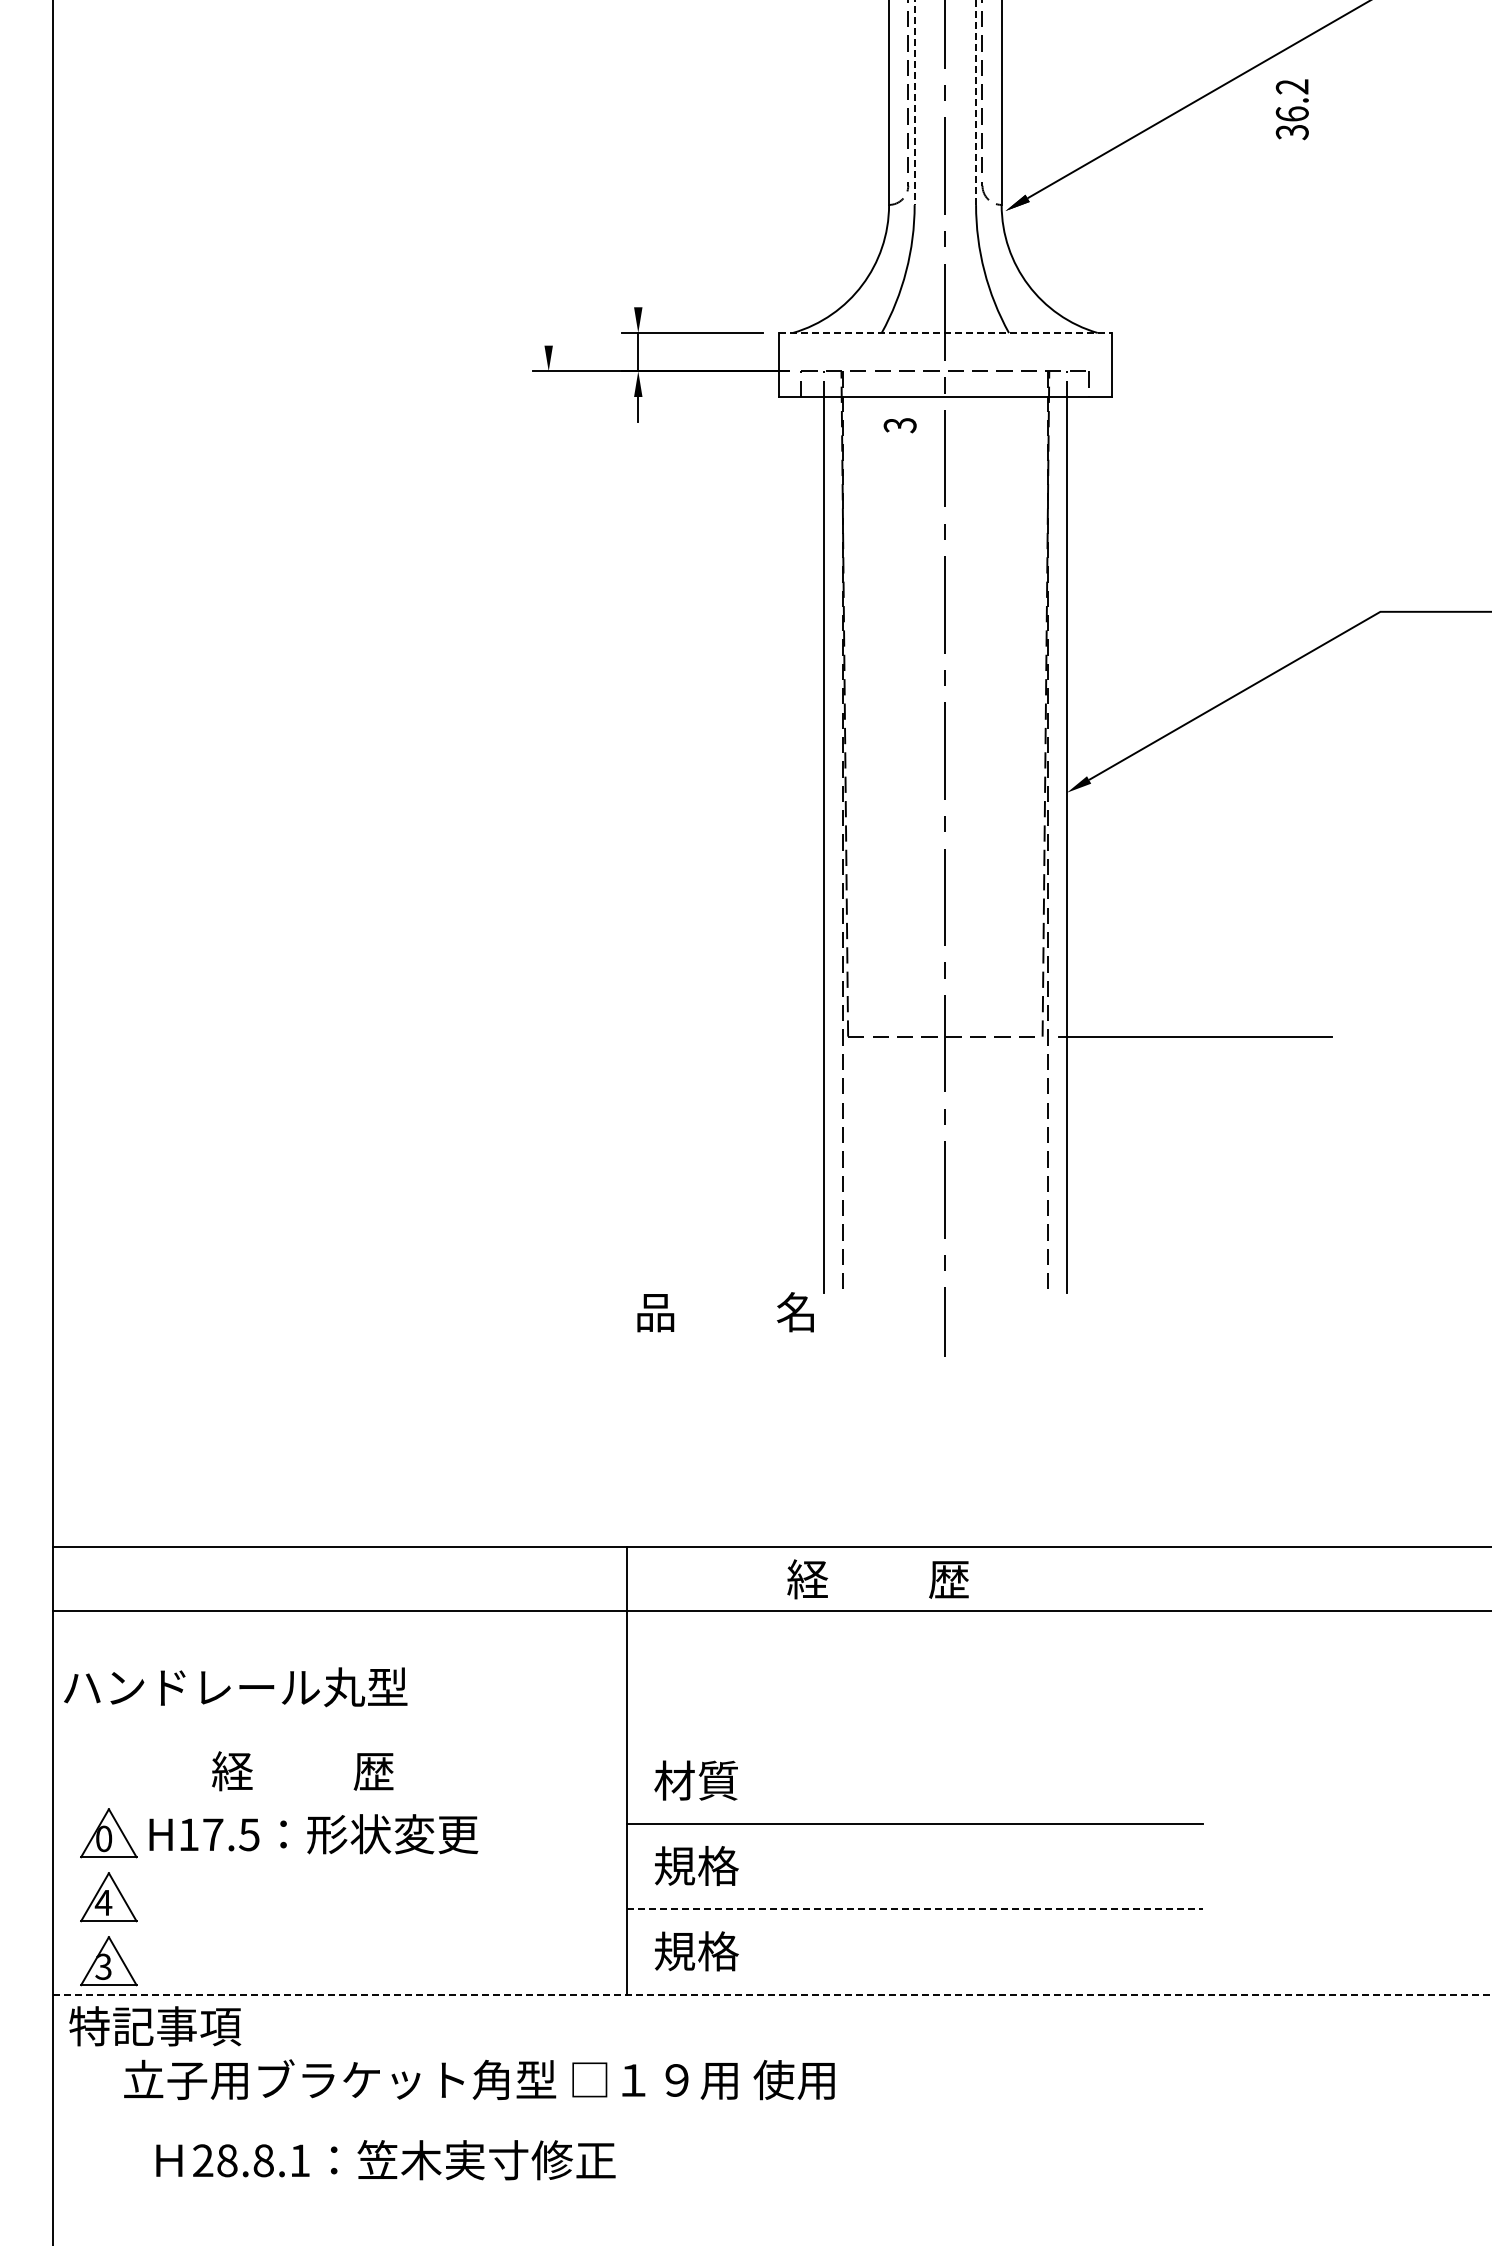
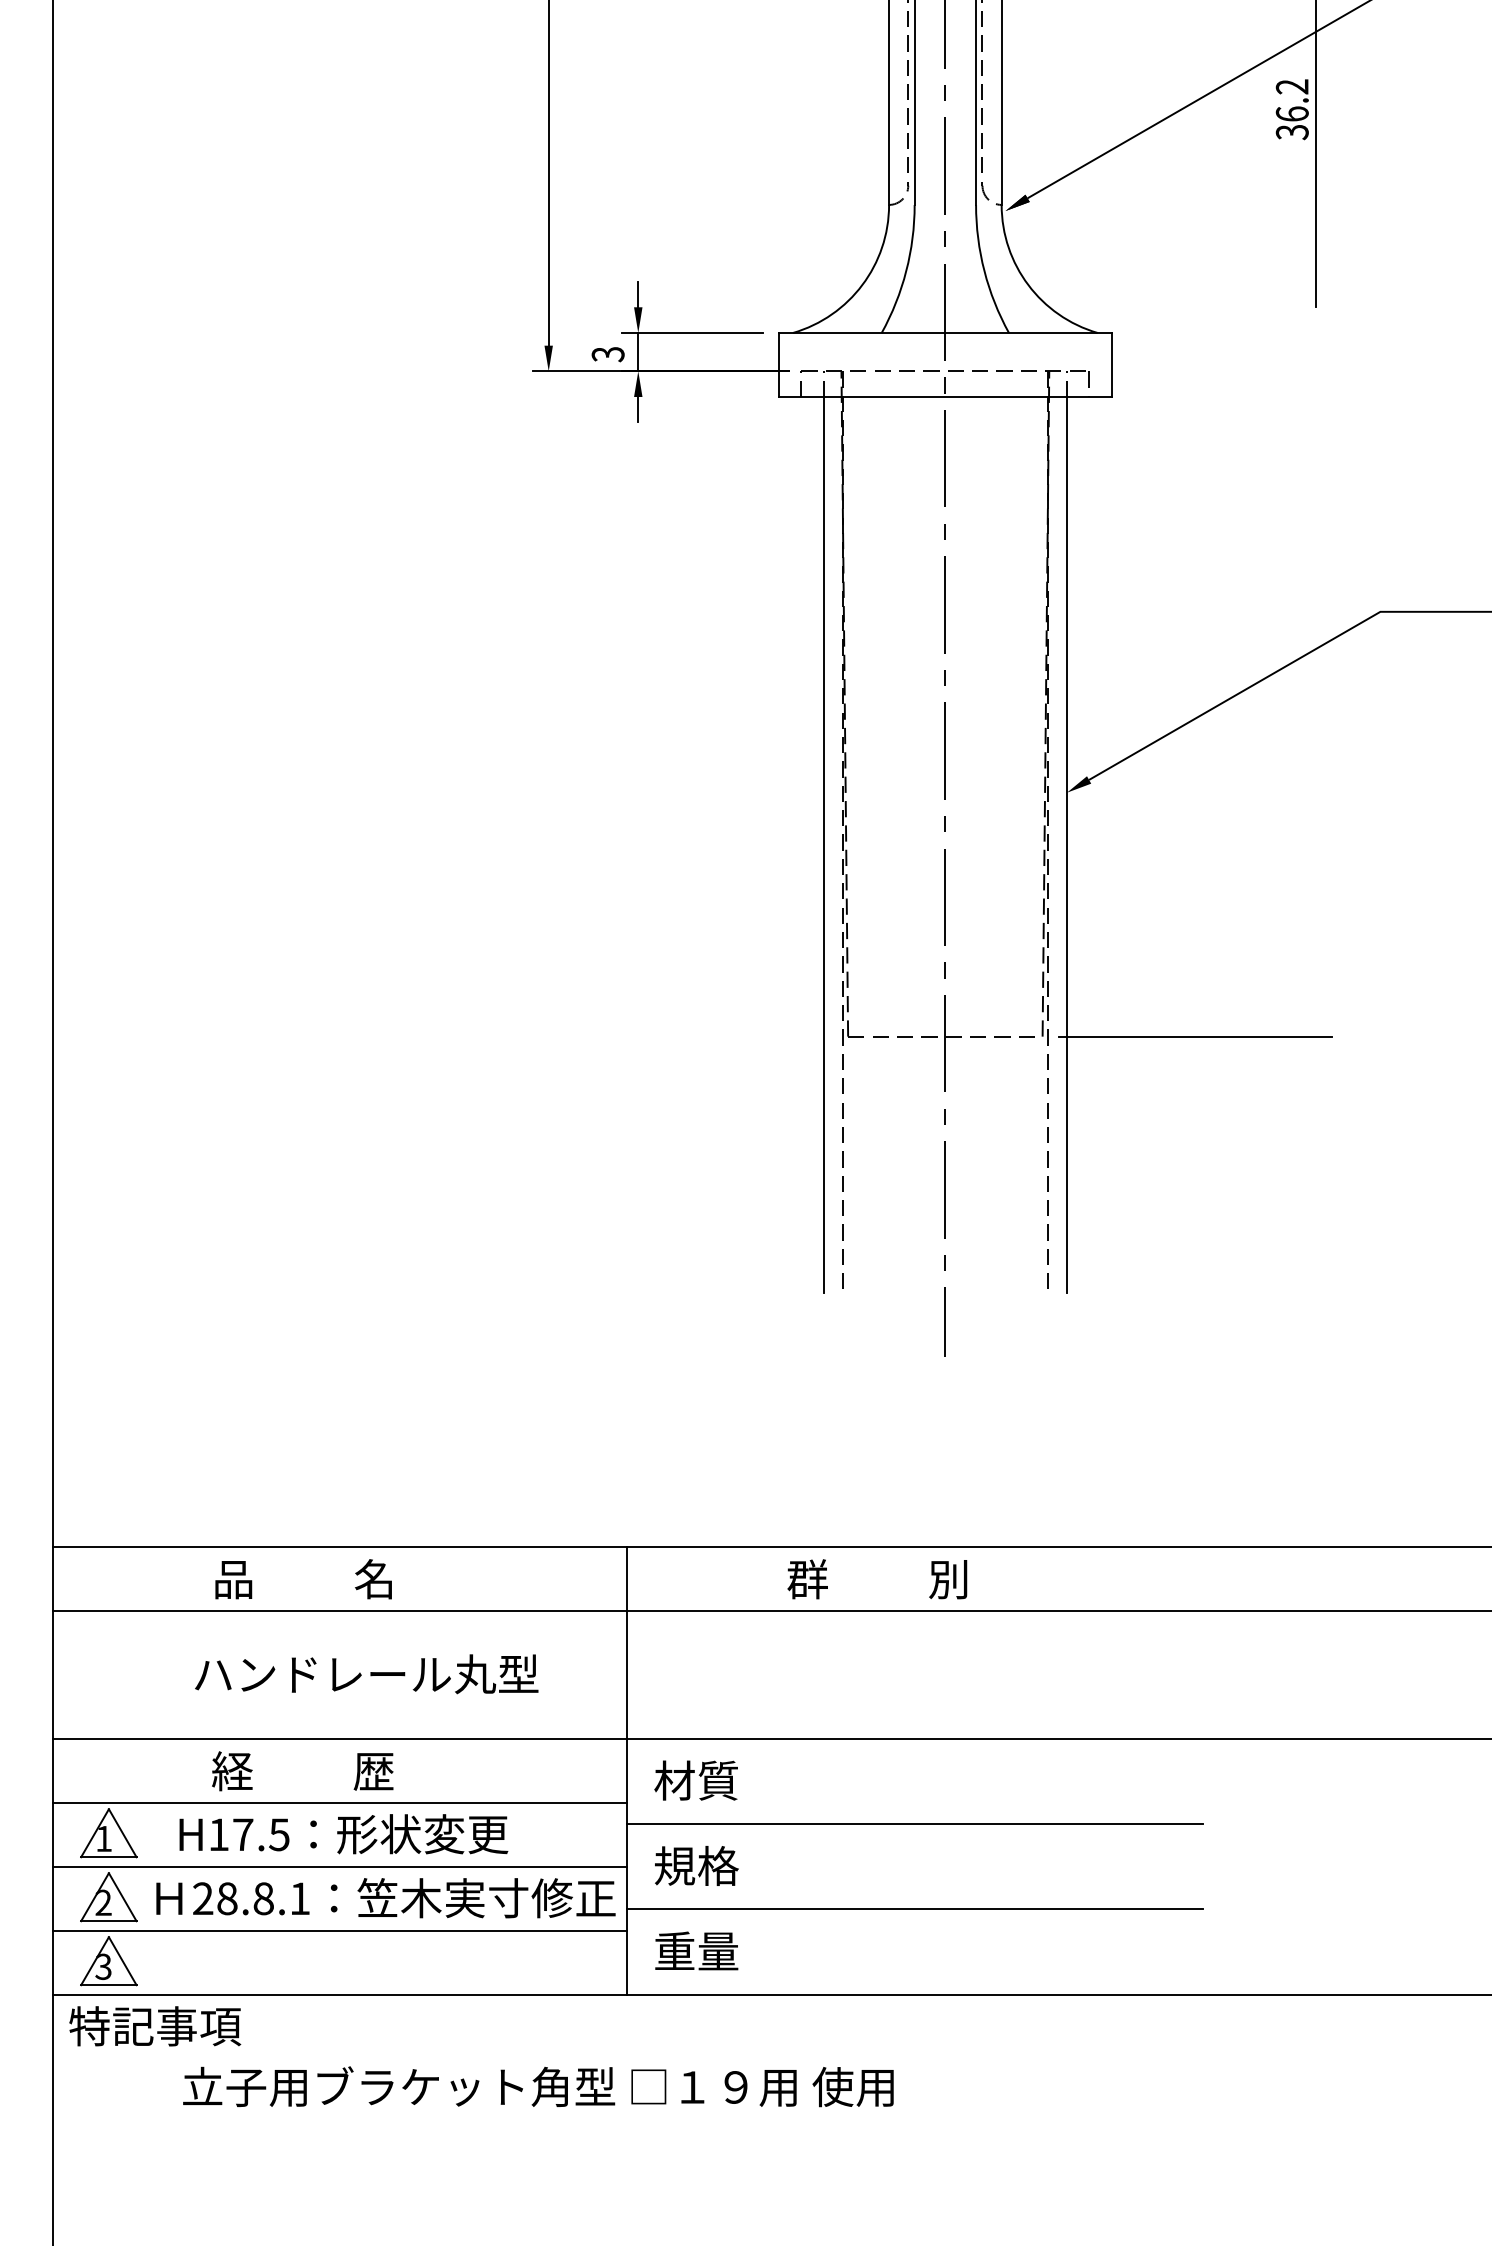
line at (976, 102): dashed -> solid
line at (914, 103): dashed -> solid
line at (1316, 154): none -> present
line at (548, 173): none -> present
line at (638, 294): none -> present
line at (945, 333): dashed -> solid
text at (899, 425) position: (899, 425) -> (607, 354)
text at (725, 1312) position: (725, 1312) -> (303, 1579)
text at (877, 1579): 経          歴 -> 群          別
text at (235, 1687) position: (235, 1687) -> (366, 1674)
line at (770, 1738): none -> present
line at (339, 1802): none -> present
text at (313, 1834) position: (313, 1834) -> (343, 1834)
text at (104, 1838): 0 -> 1
line at (339, 1866): none -> present
text at (103, 1902): 4 -> 2
line at (915, 1909): dashed -> solid
line at (339, 1930): none -> present
text at (696, 1951): 規格 -> 重量
line at (772, 1994): dashed -> solid
text at (479, 2079) position: (479, 2079) -> (538, 2086)
text at (385, 2160) position: (385, 2160) -> (385, 1898)
